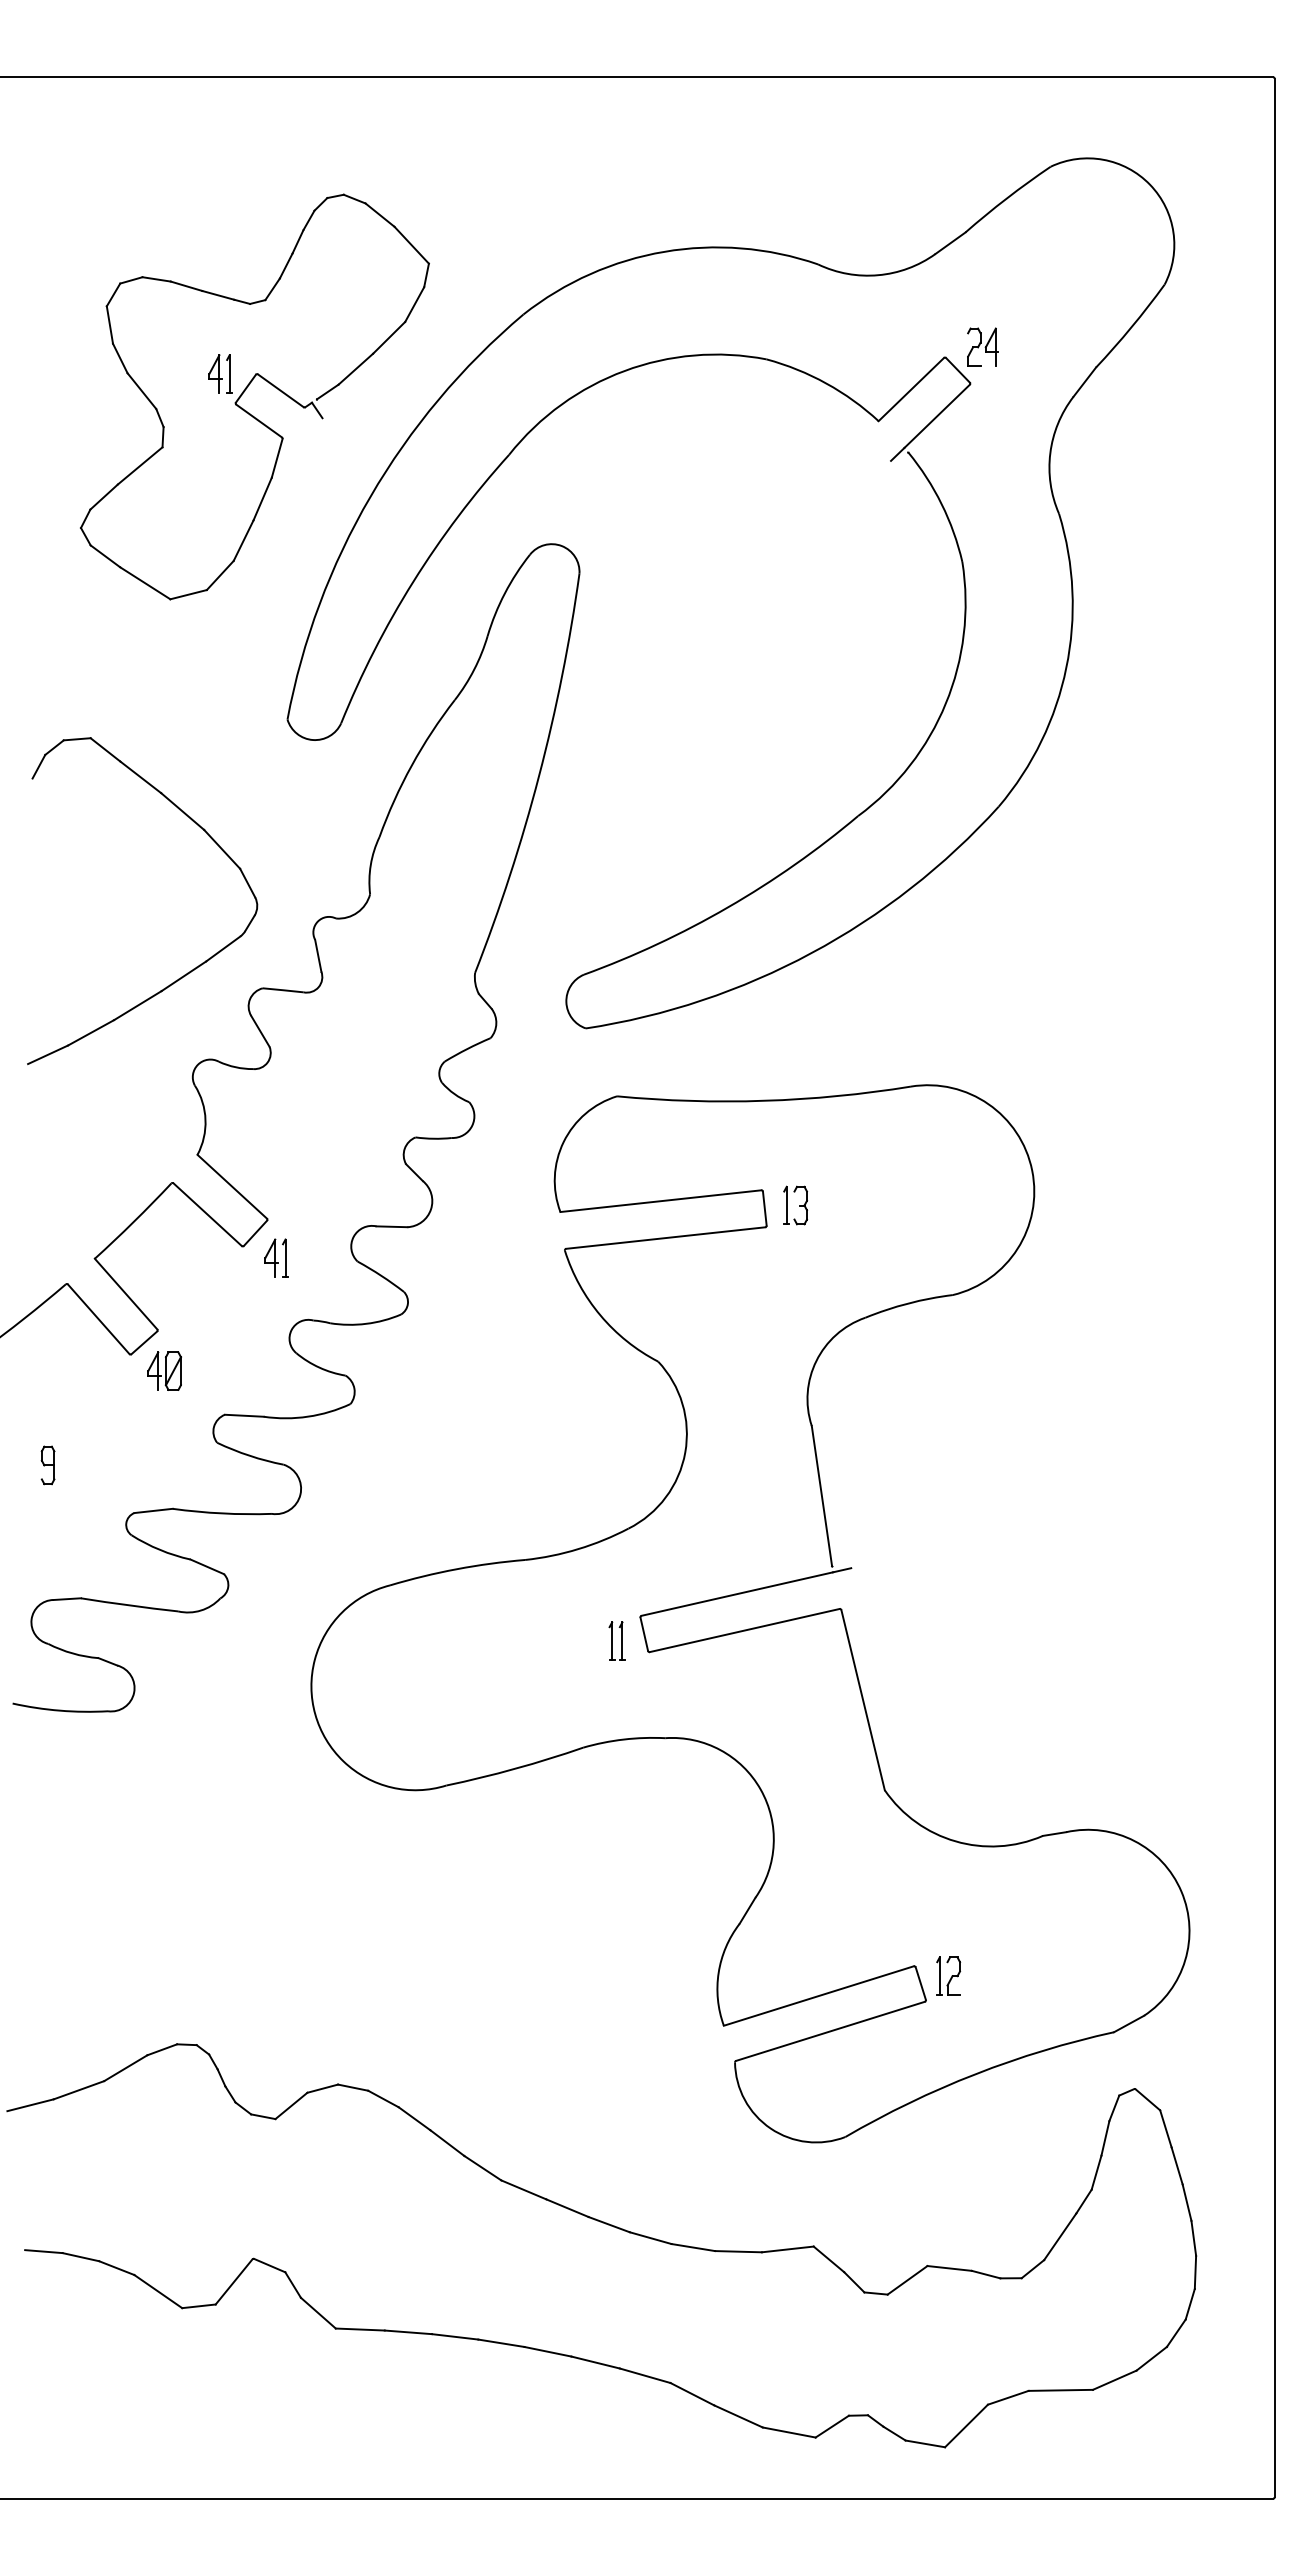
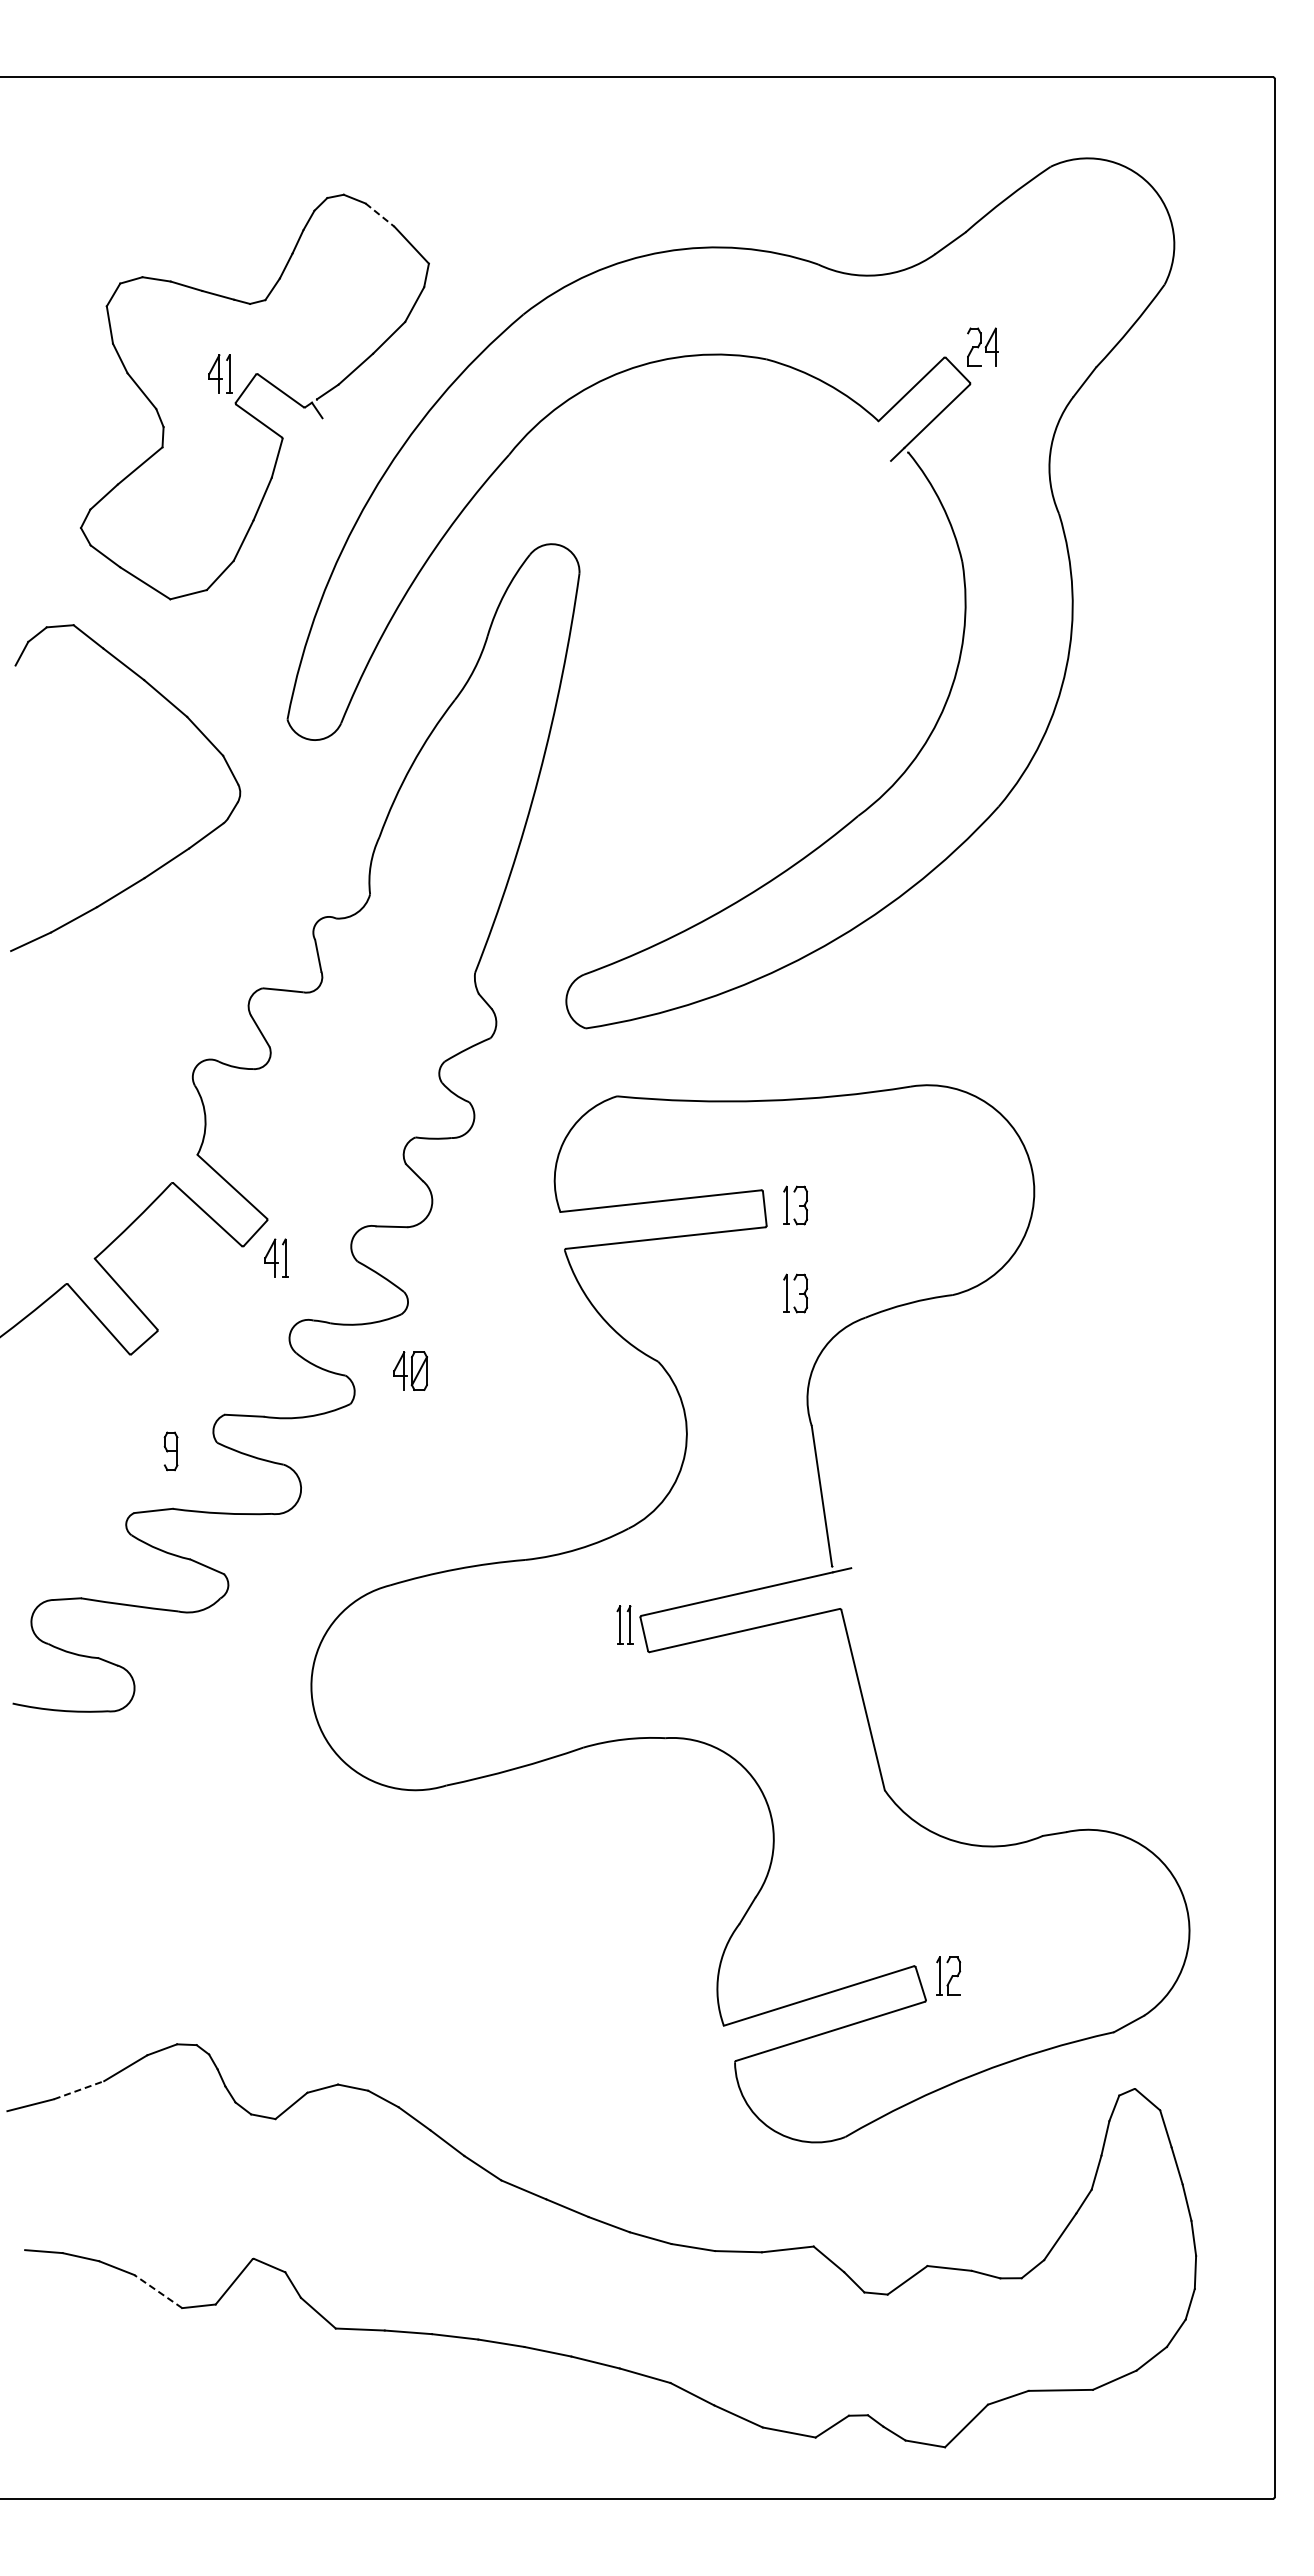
line at (380, 215): solid -> dashed
part at (190, 970) position: (190, 970) -> (173, 857)
part at (795, 1293): none -> present
part at (164, 1370) position: (164, 1370) -> (410, 1370)
part at (47, 1465) position: (47, 1465) -> (170, 1451)
part at (616, 1640) position: (616, 1640) -> (624, 1624)
line at (79, 2090): solid -> dashed
line at (157, 2291): solid -> dashed
